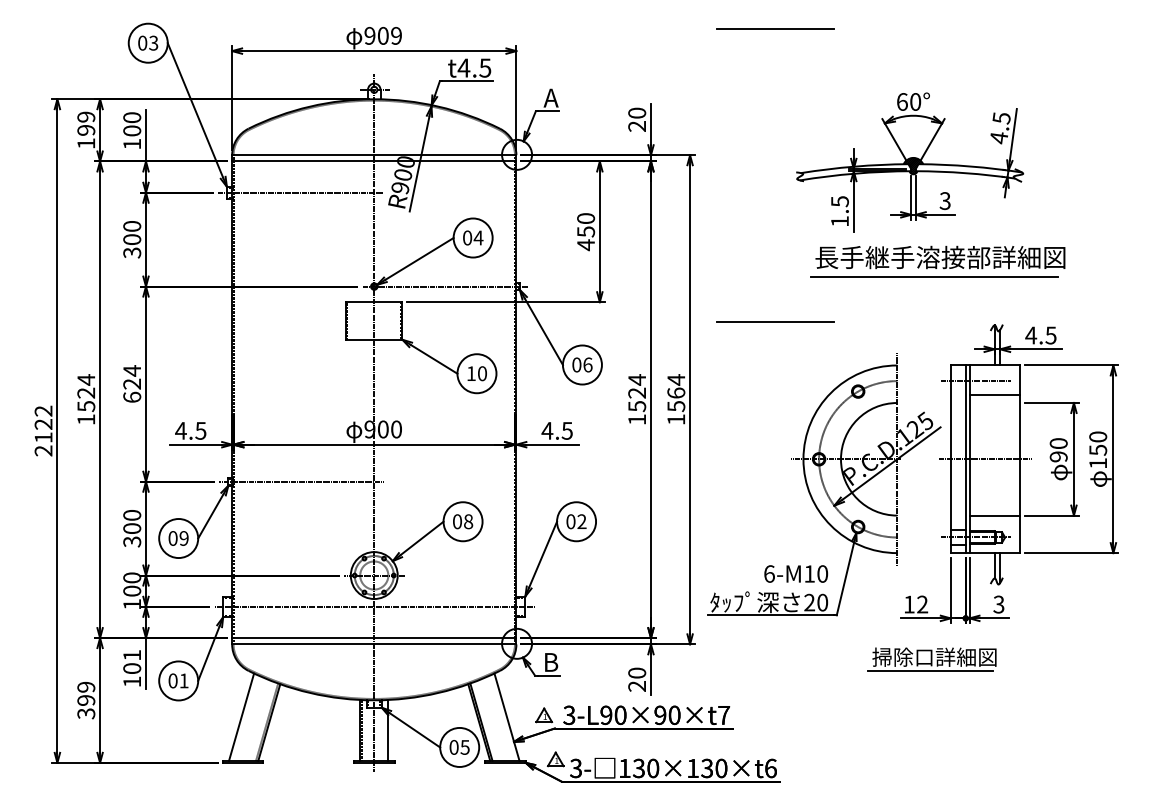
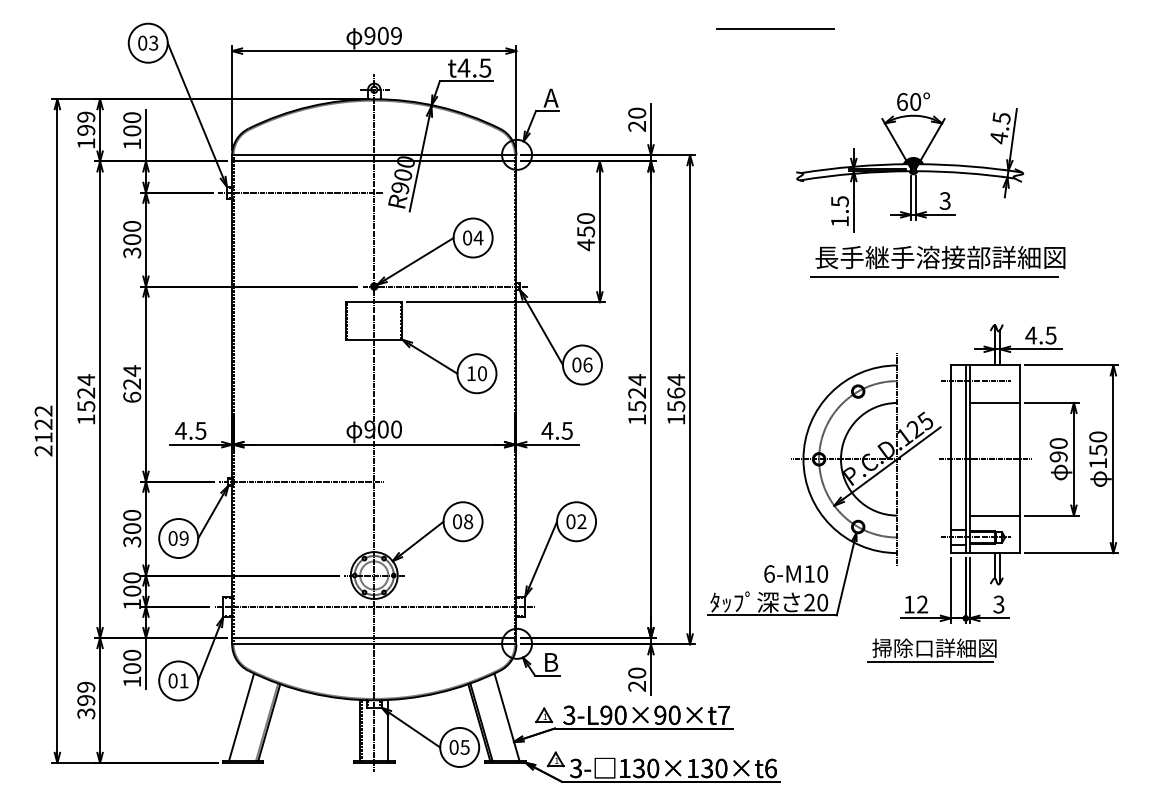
line at (775, 321): present -> none
line at (994, 395) position: (994, 395) -> (994, 403)
text at (132, 654): 101 -> 100
part at (931, 659) position: (931, 659) -> (931, 650)
